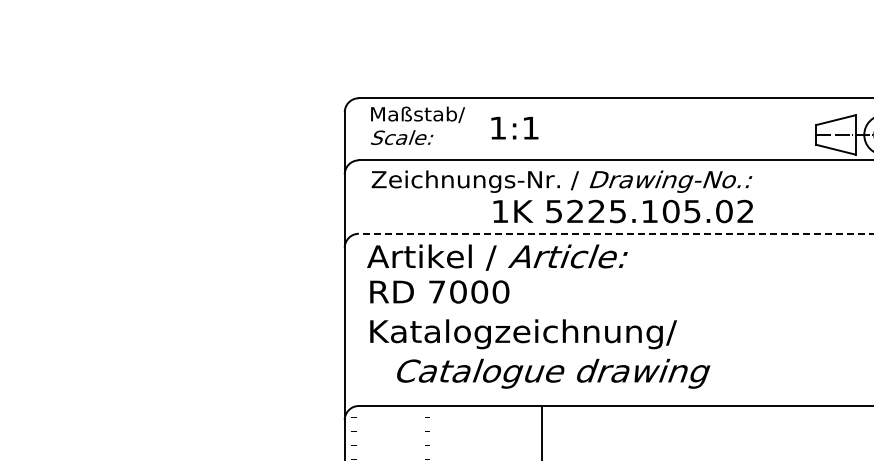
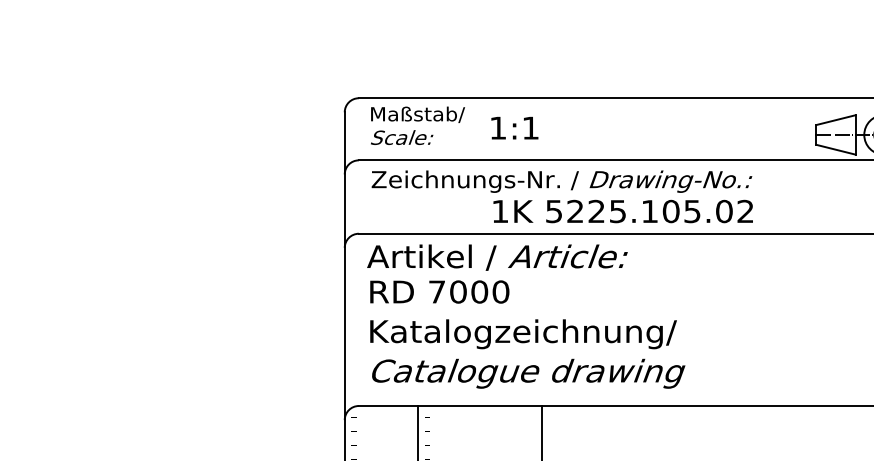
line at (615, 233): dashed -> solid
text at (553, 373) position: (553, 373) -> (528, 373)
line at (418, 431): none -> present
